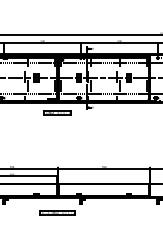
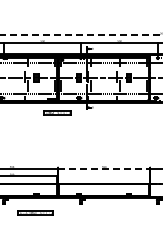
line at (81, 35): solid -> dashed
line at (103, 168): solid -> dashed
part at (57, 212) position: (57, 212) -> (35, 212)
